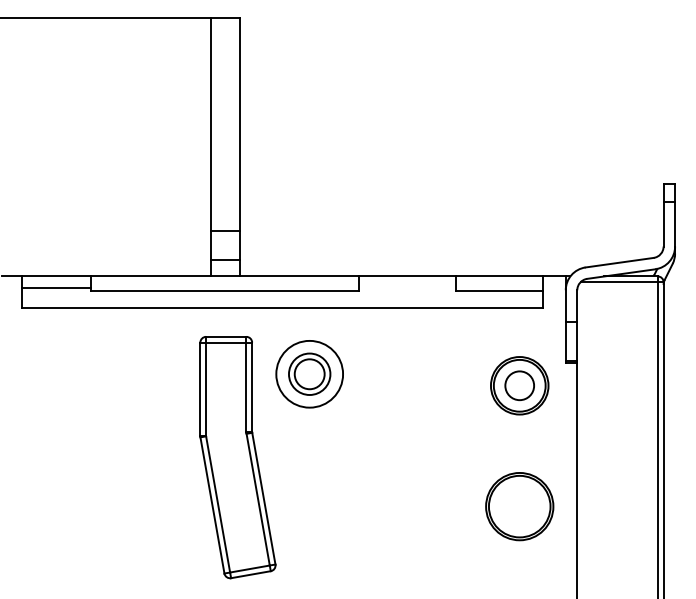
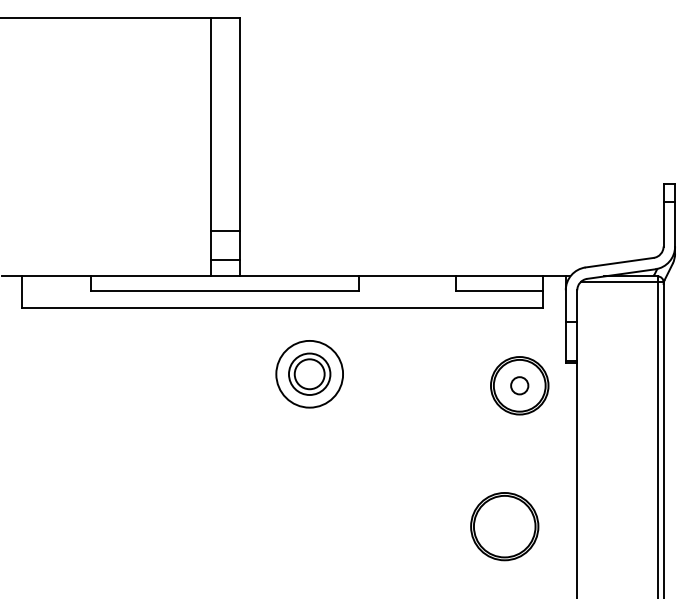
line at (56, 287): present -> none
circle at (519, 385) diameter: 29 px -> 17 px
part at (237, 457): present -> none
part at (519, 506) position: (519, 506) -> (504, 526)
